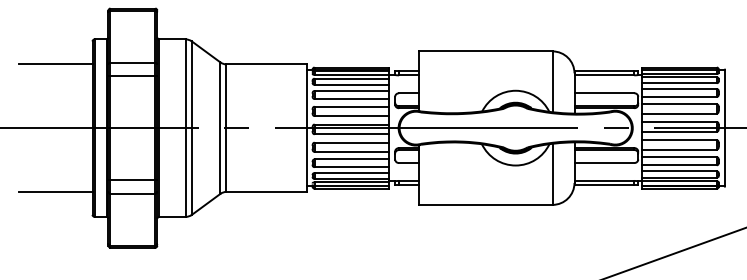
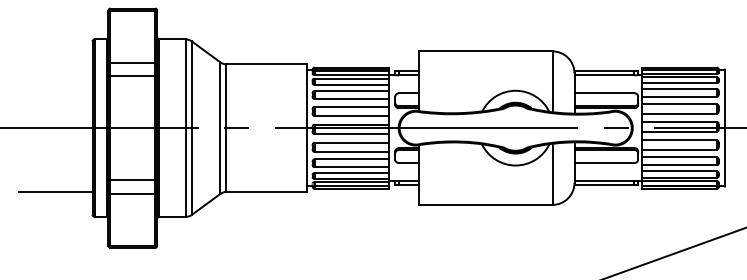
line at (55, 64): present -> none
